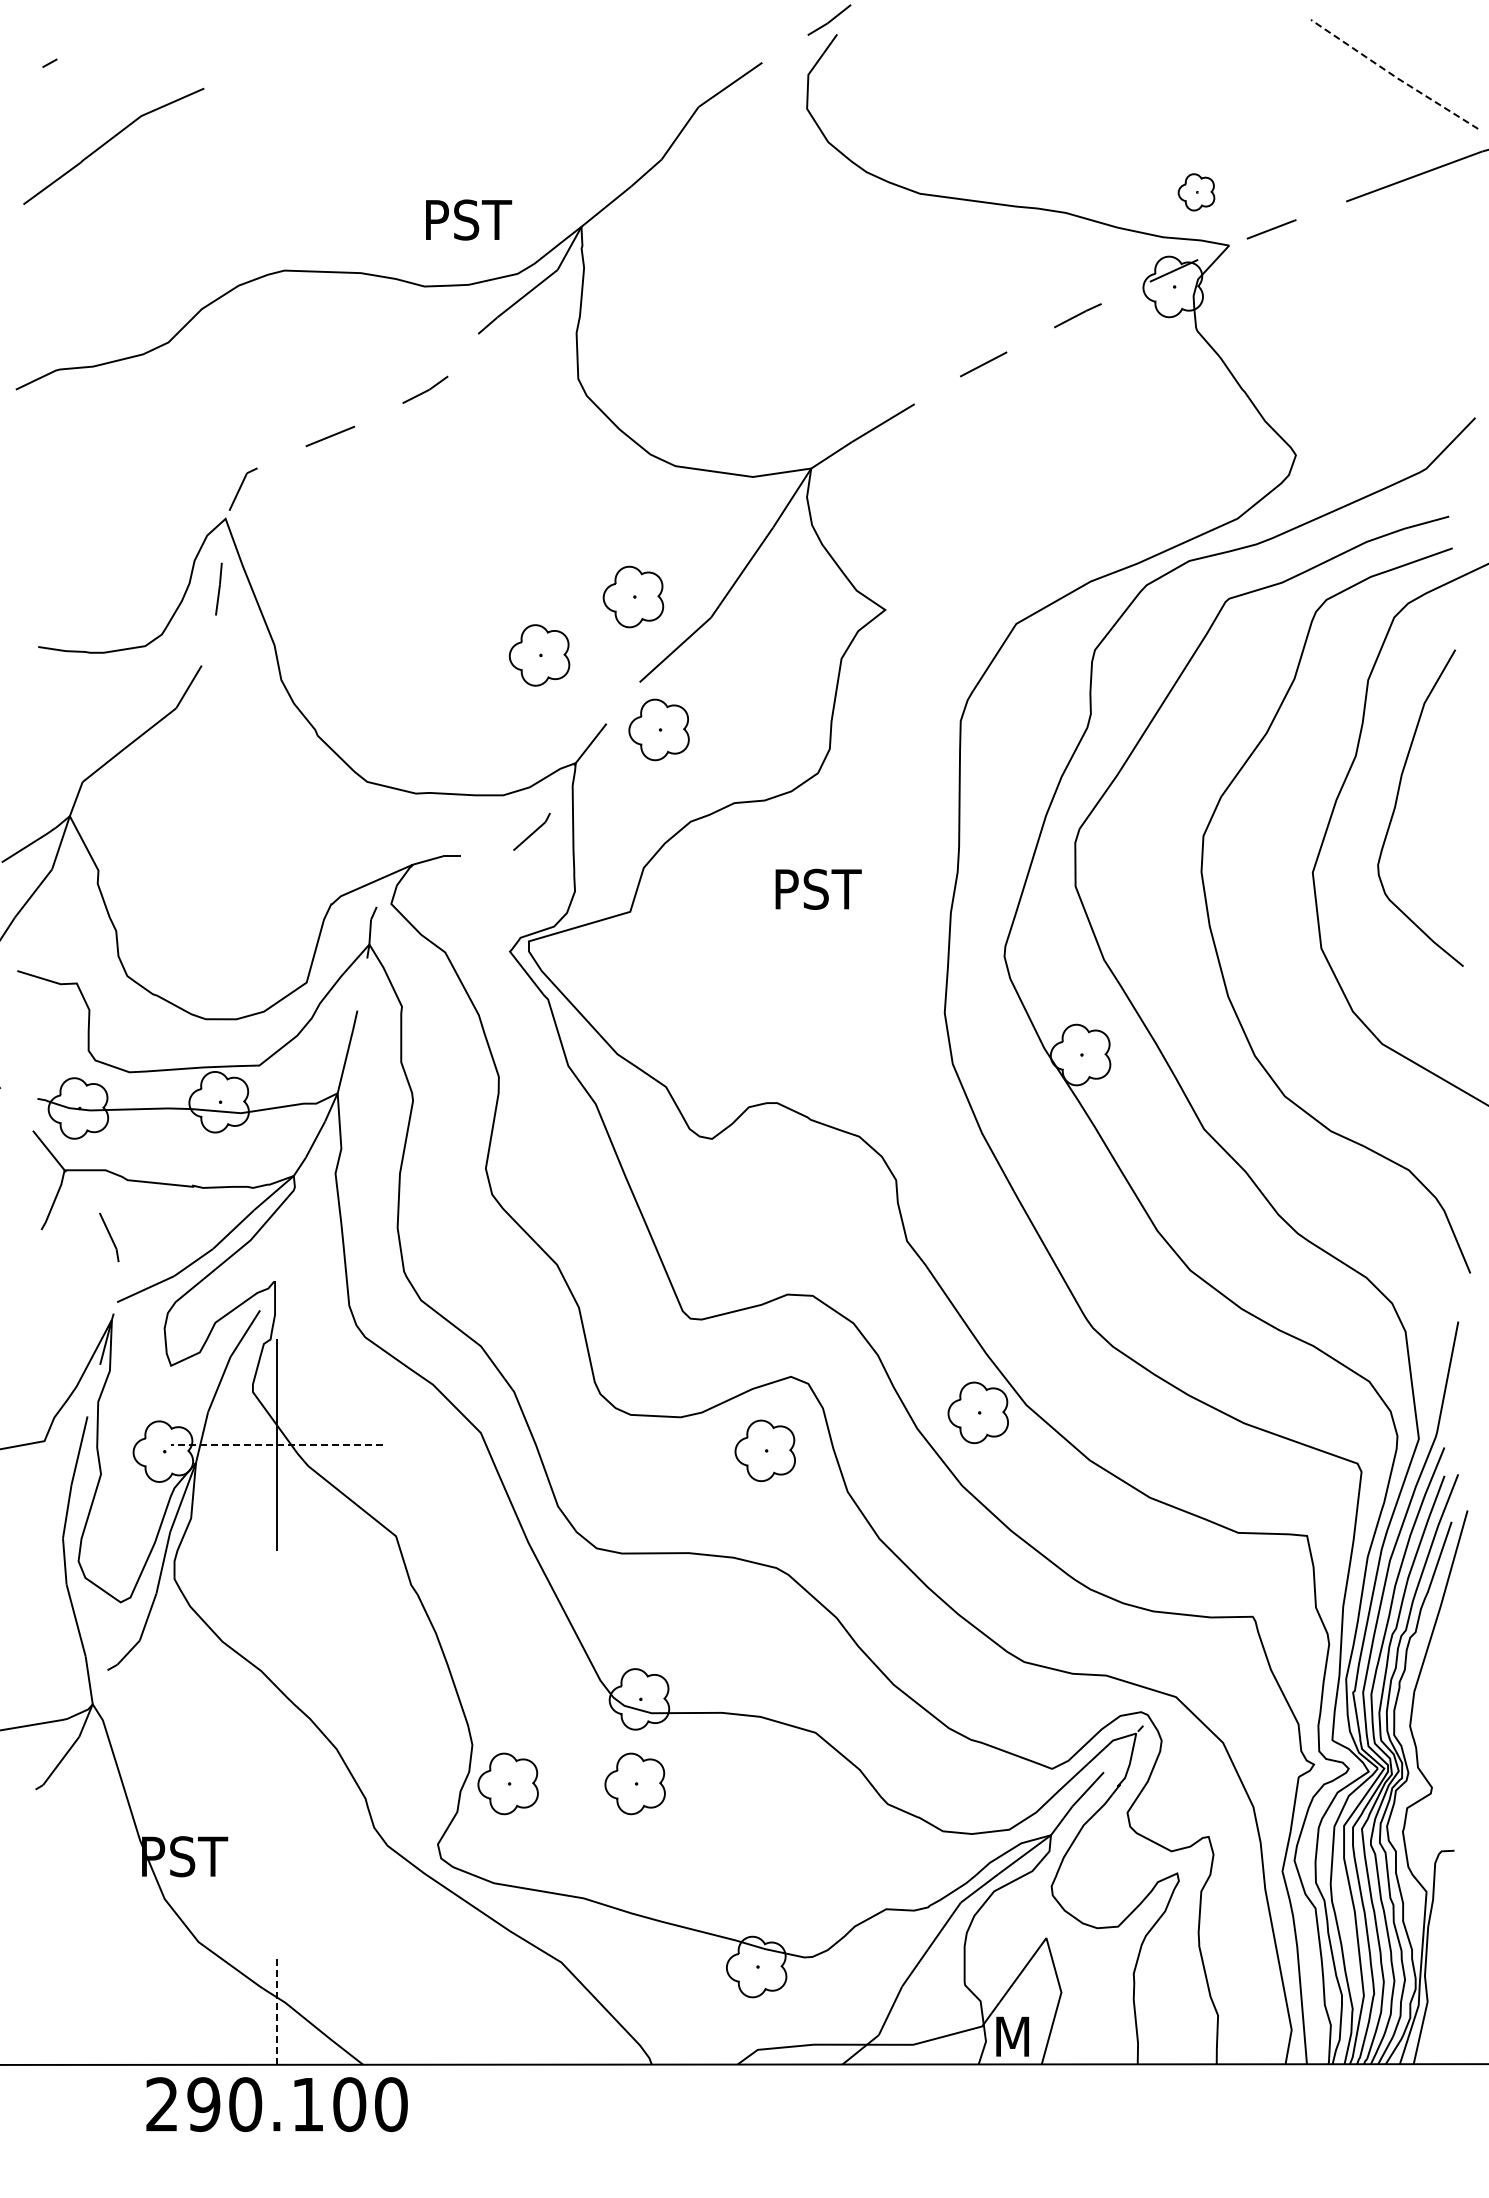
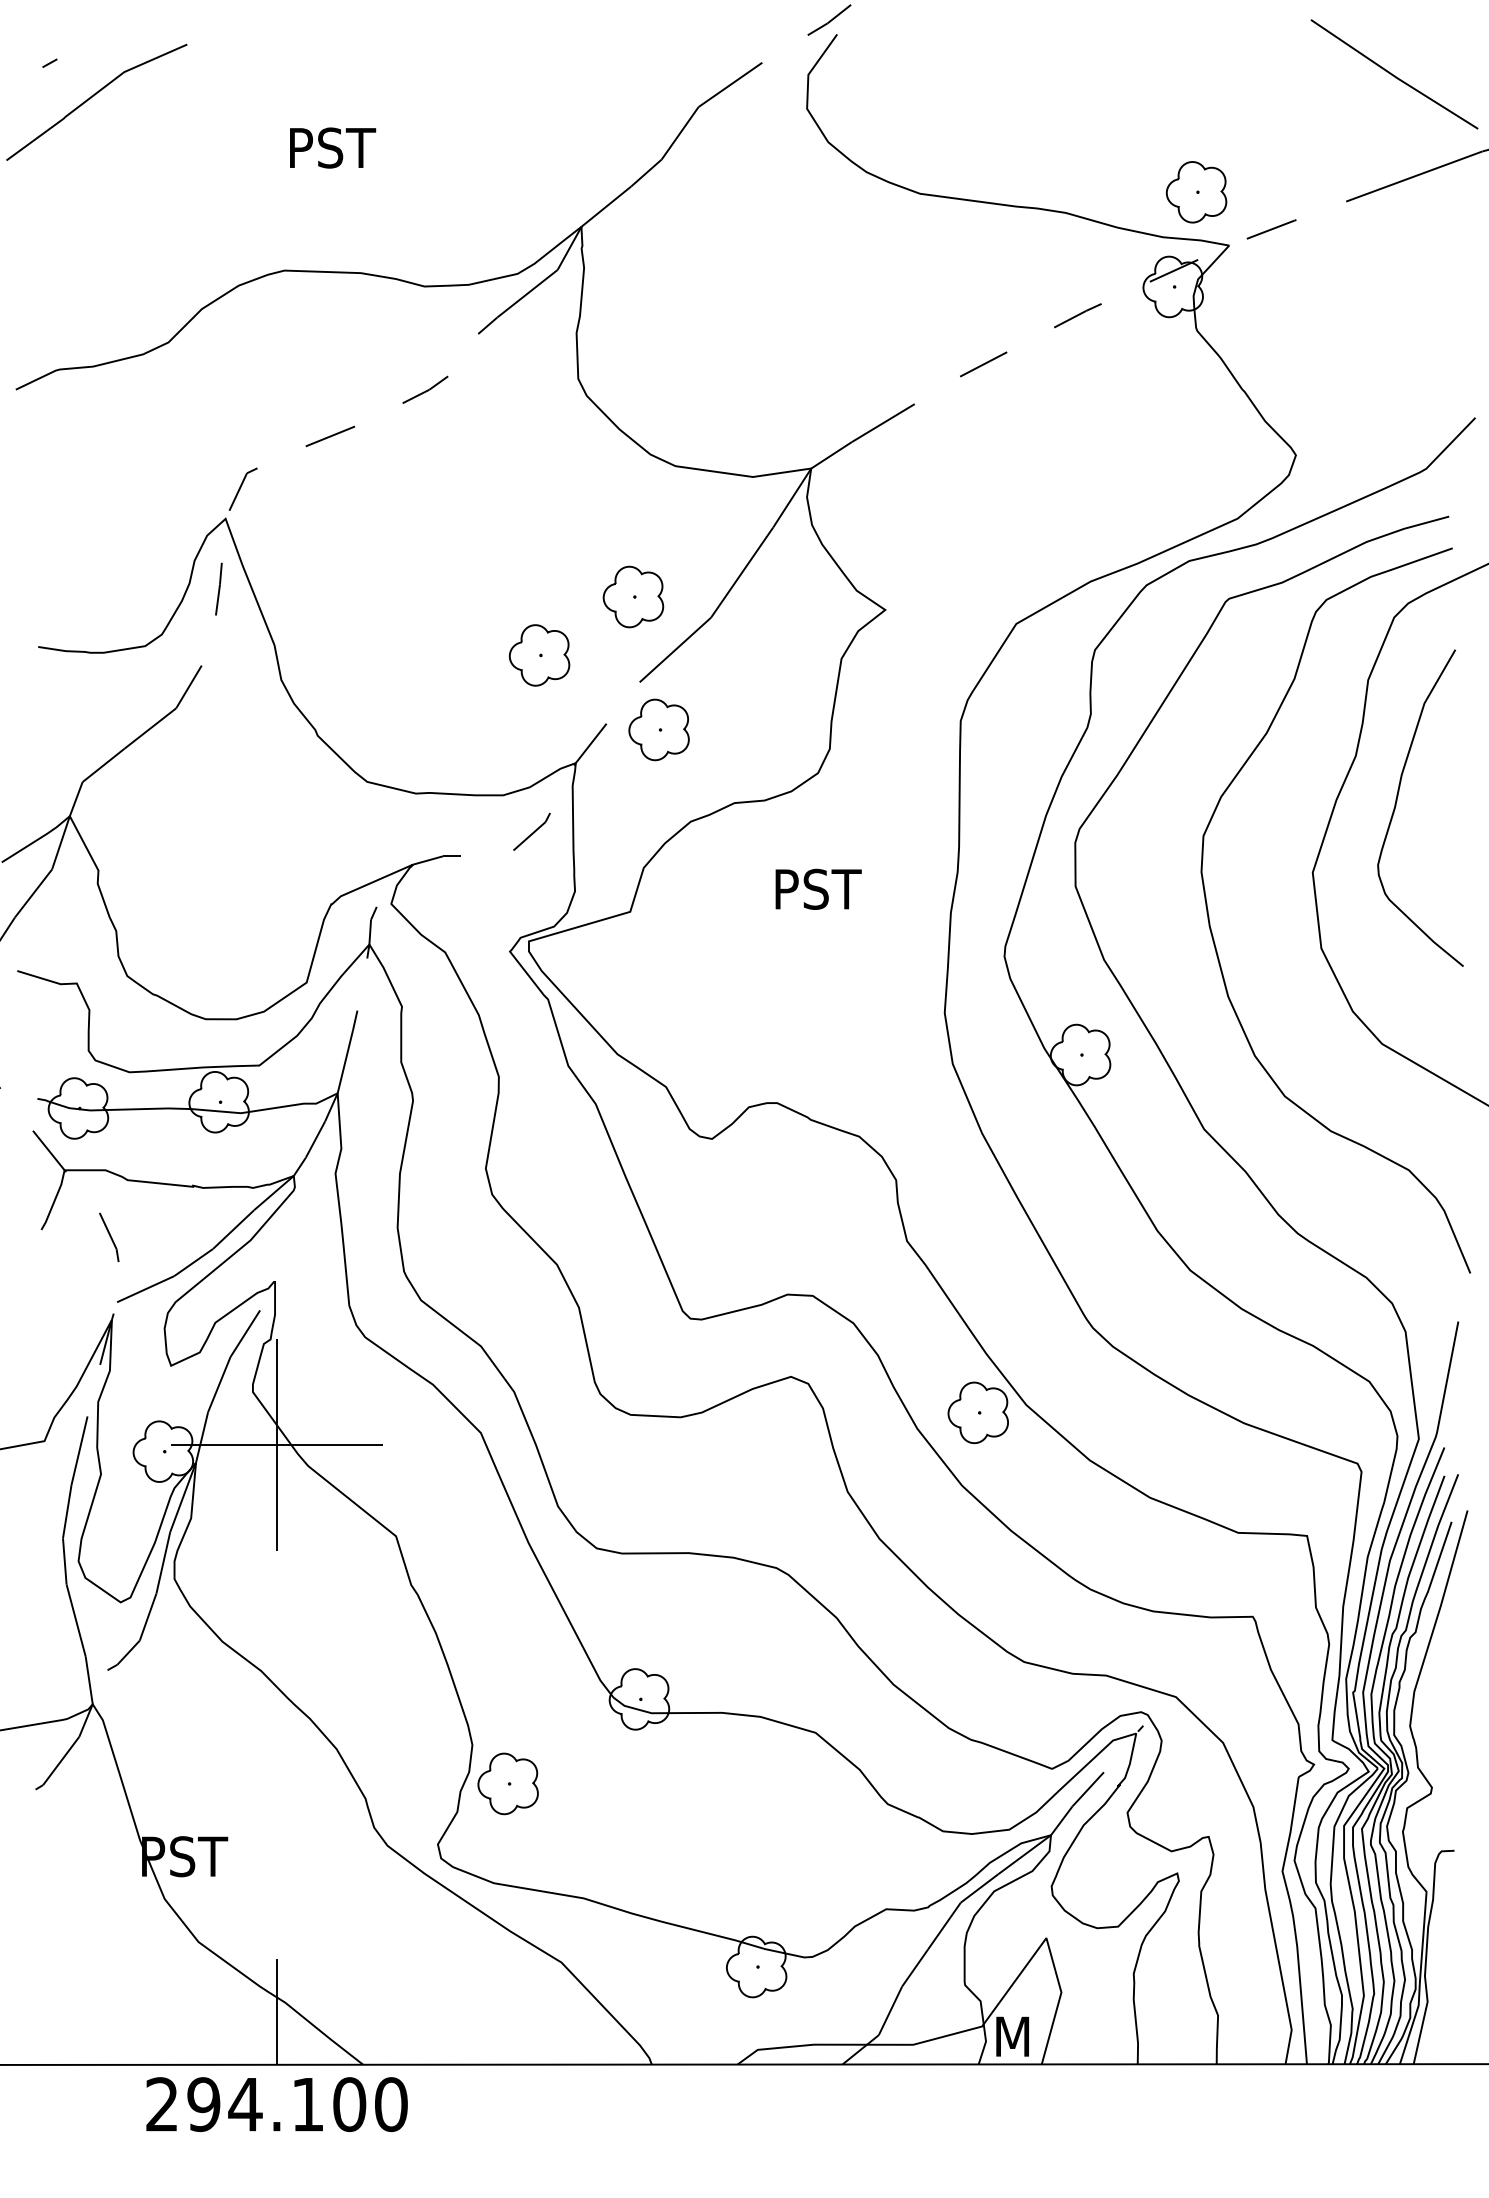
line at (1393, 75): dashed -> solid
line at (109, 141) position: (109, 141) -> (92, 97)
part at (1196, 192) size: 39x39 px -> 63x63 px
text at (469, 219) position: (469, 219) -> (333, 147)
line at (276, 1444): dashed -> solid
part at (764, 1450): present -> none
part at (634, 1783): present -> none
line at (276, 2011): dashed -> solid
text at (245, 2104): 290.100 -> 294.100
